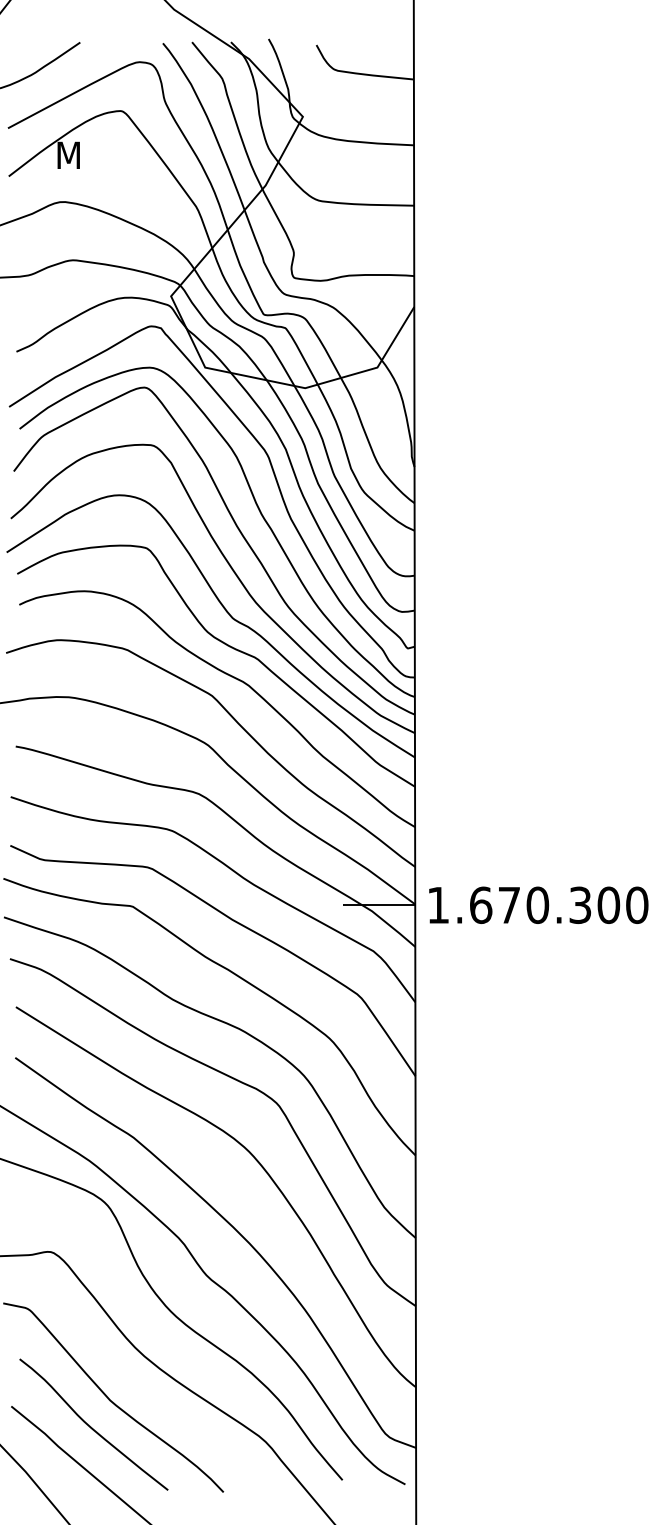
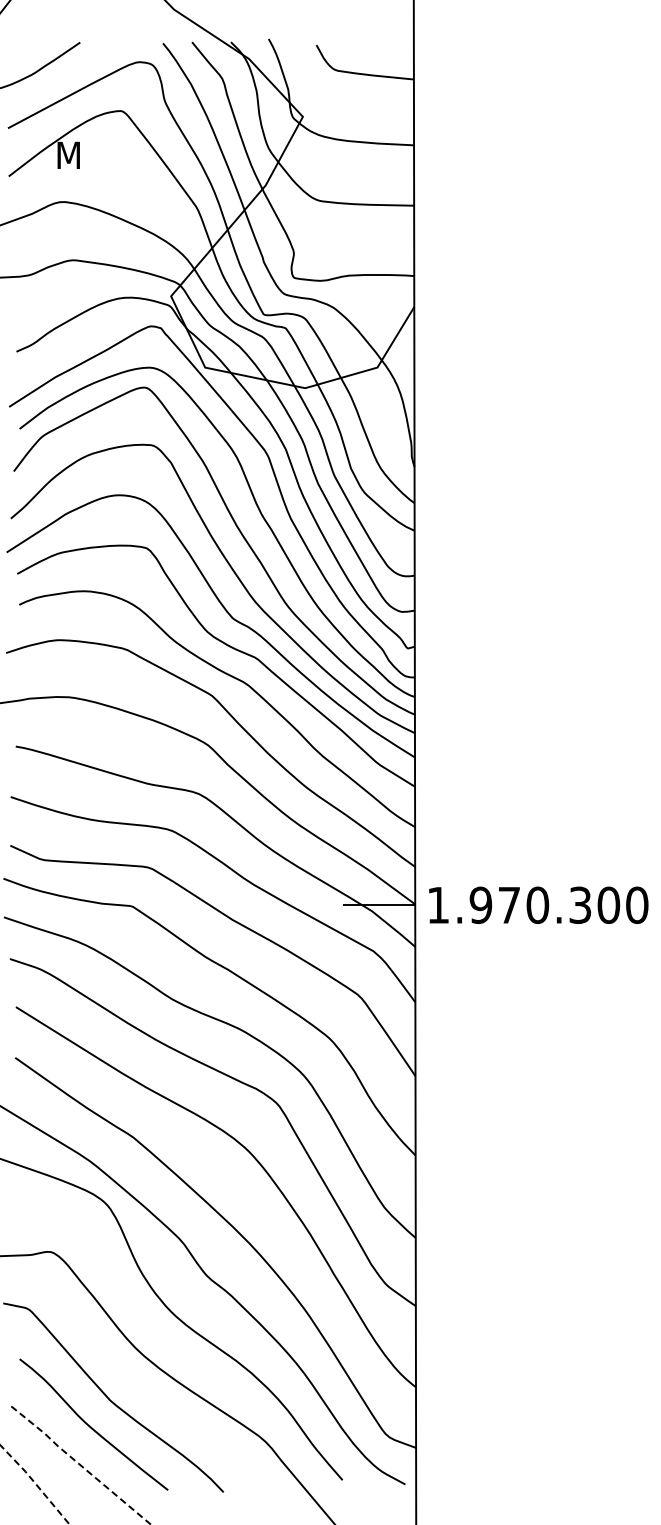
text at (480, 905): 1.670.300 -> 1.970.300
line at (80, 1465): solid -> dashed
line at (35, 1483): solid -> dashed
